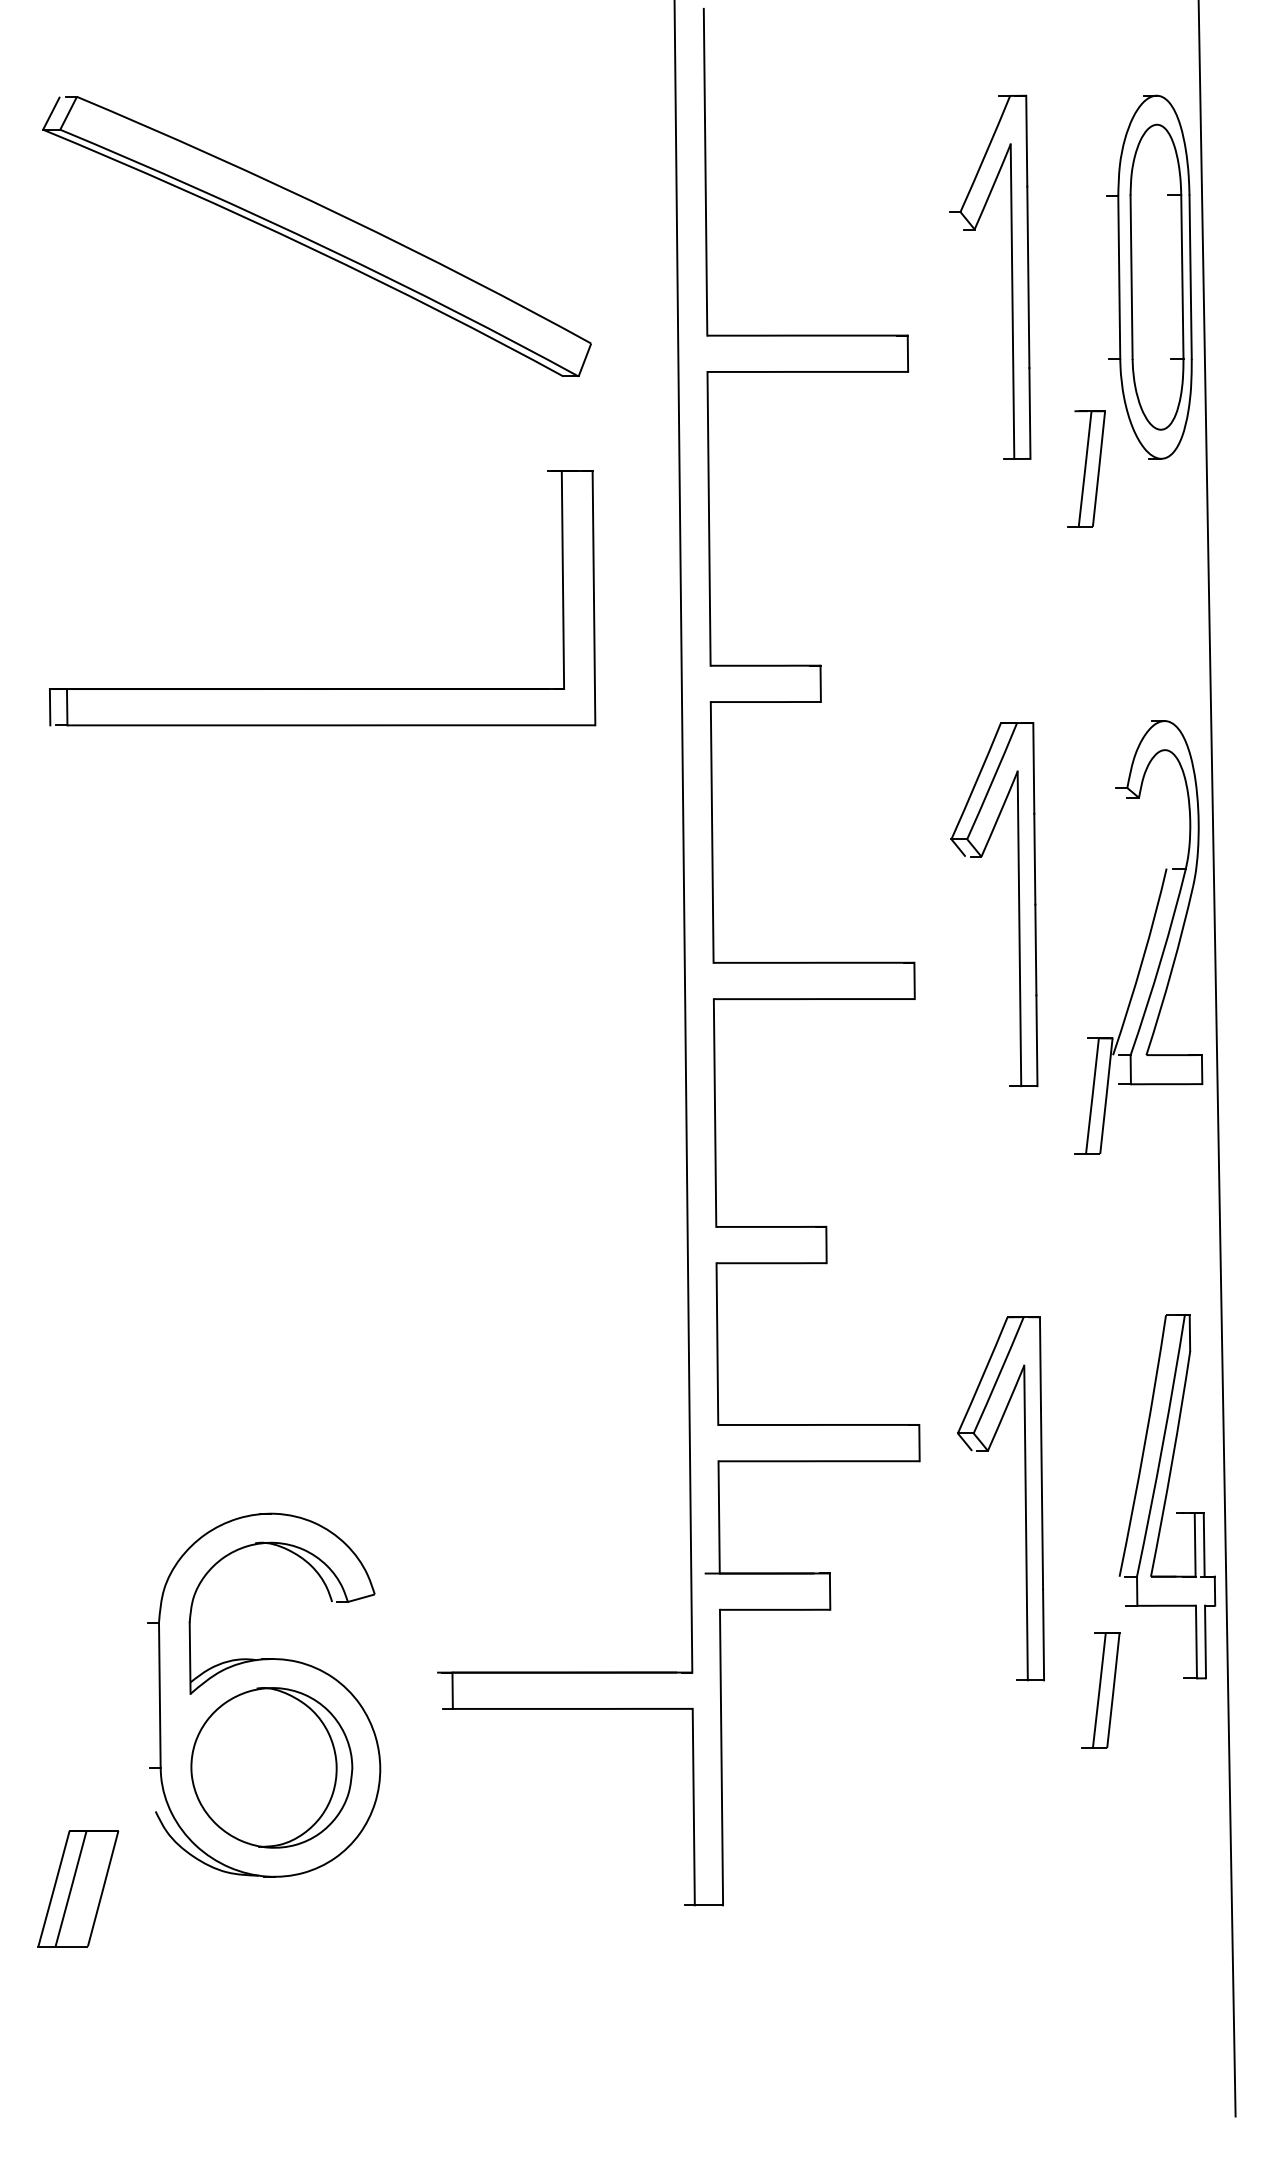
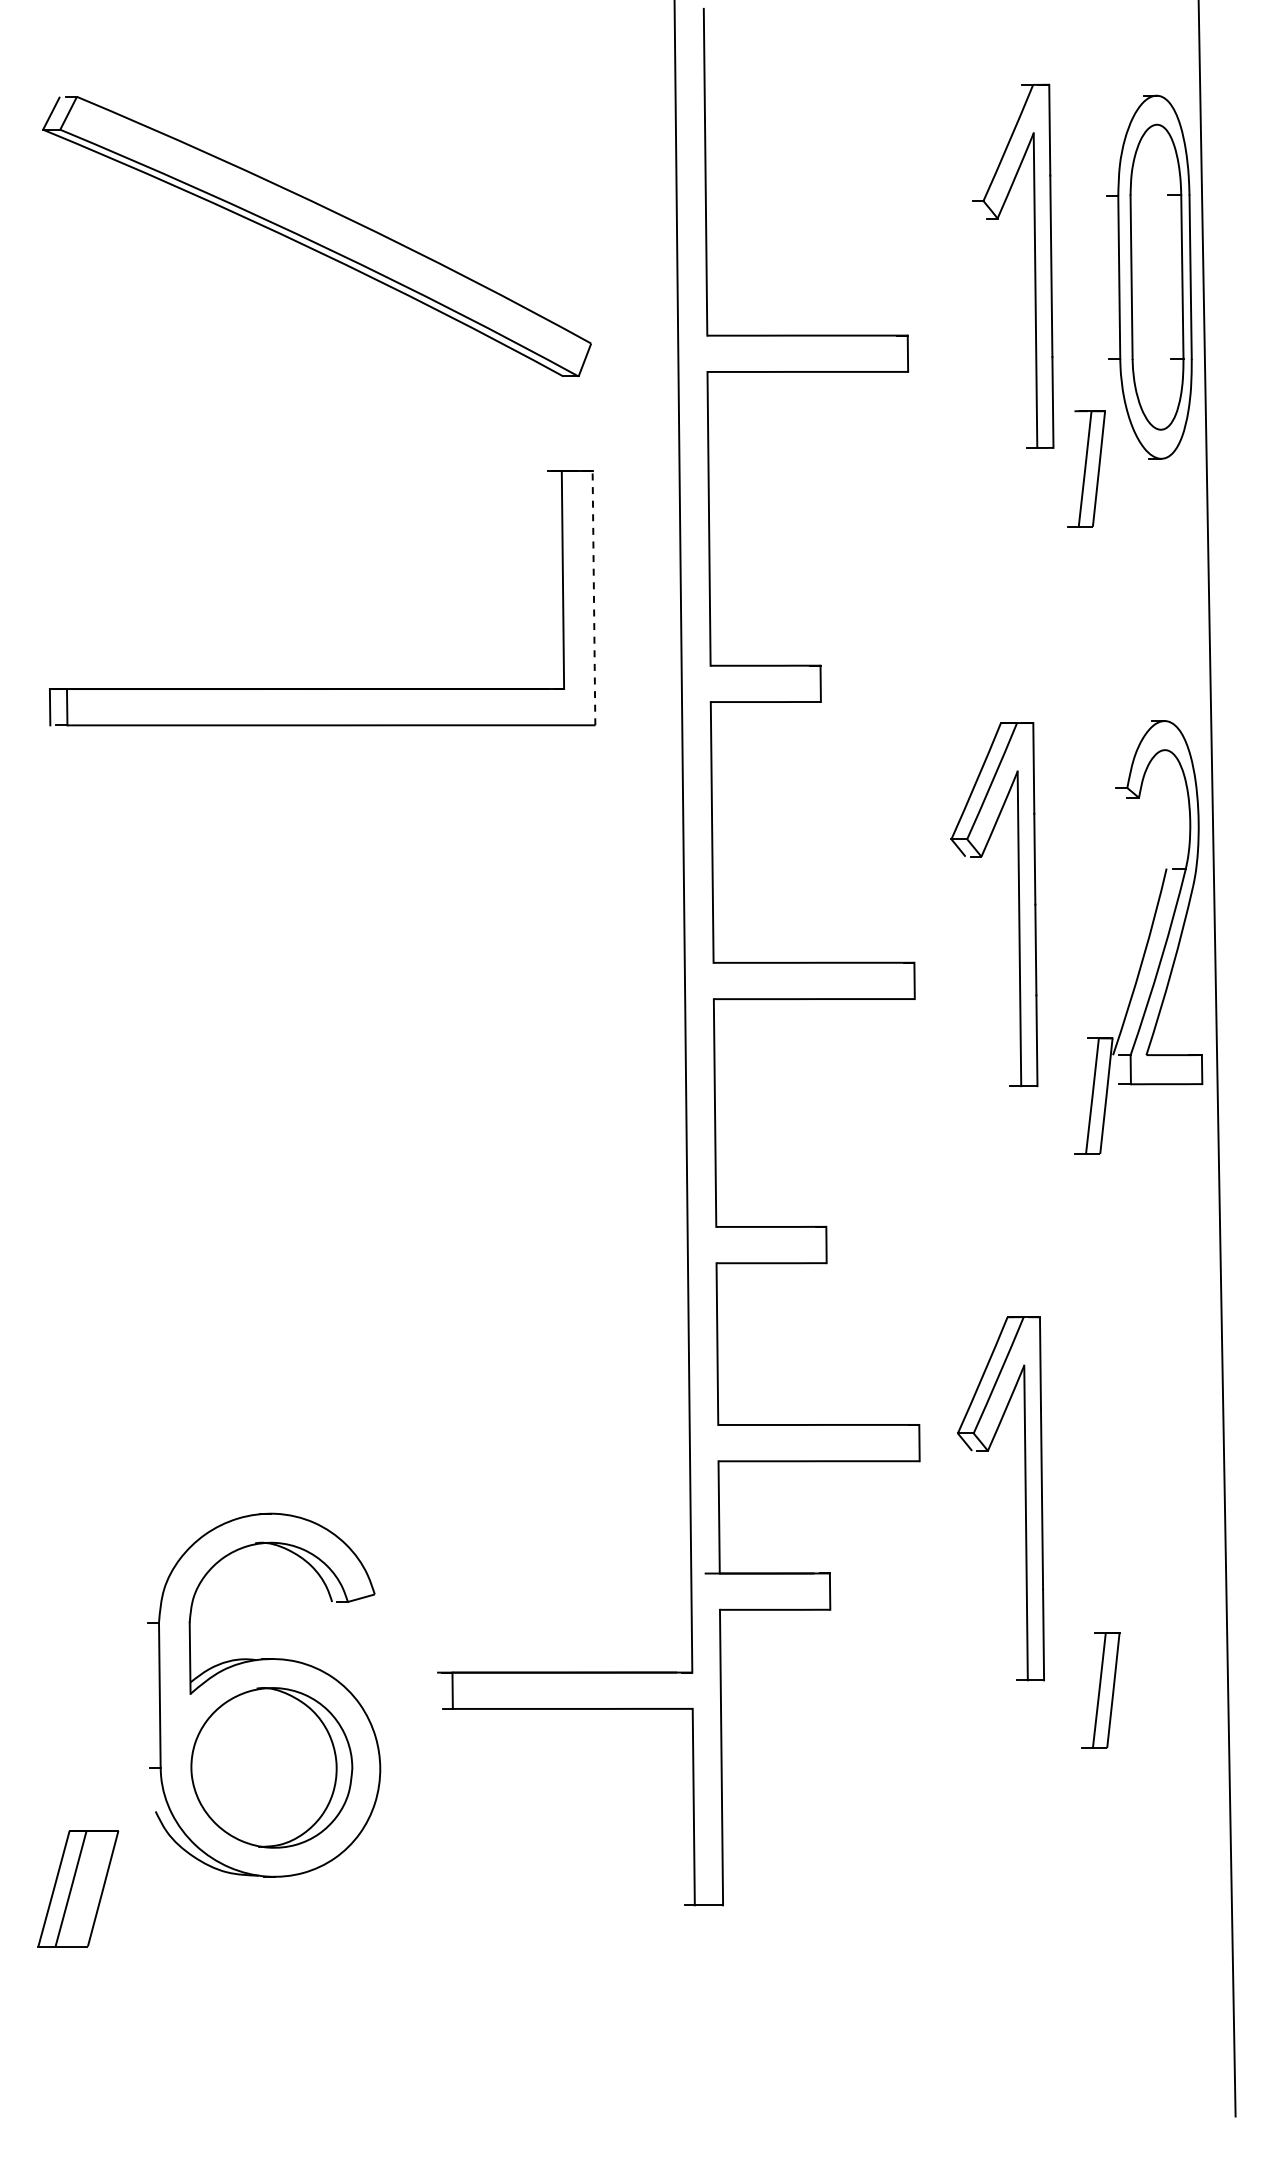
part at (1011, 276) position: (1011, 276) -> (1034, 265)
line at (593, 597): solid -> dashed
part at (1167, 1496): present -> none
